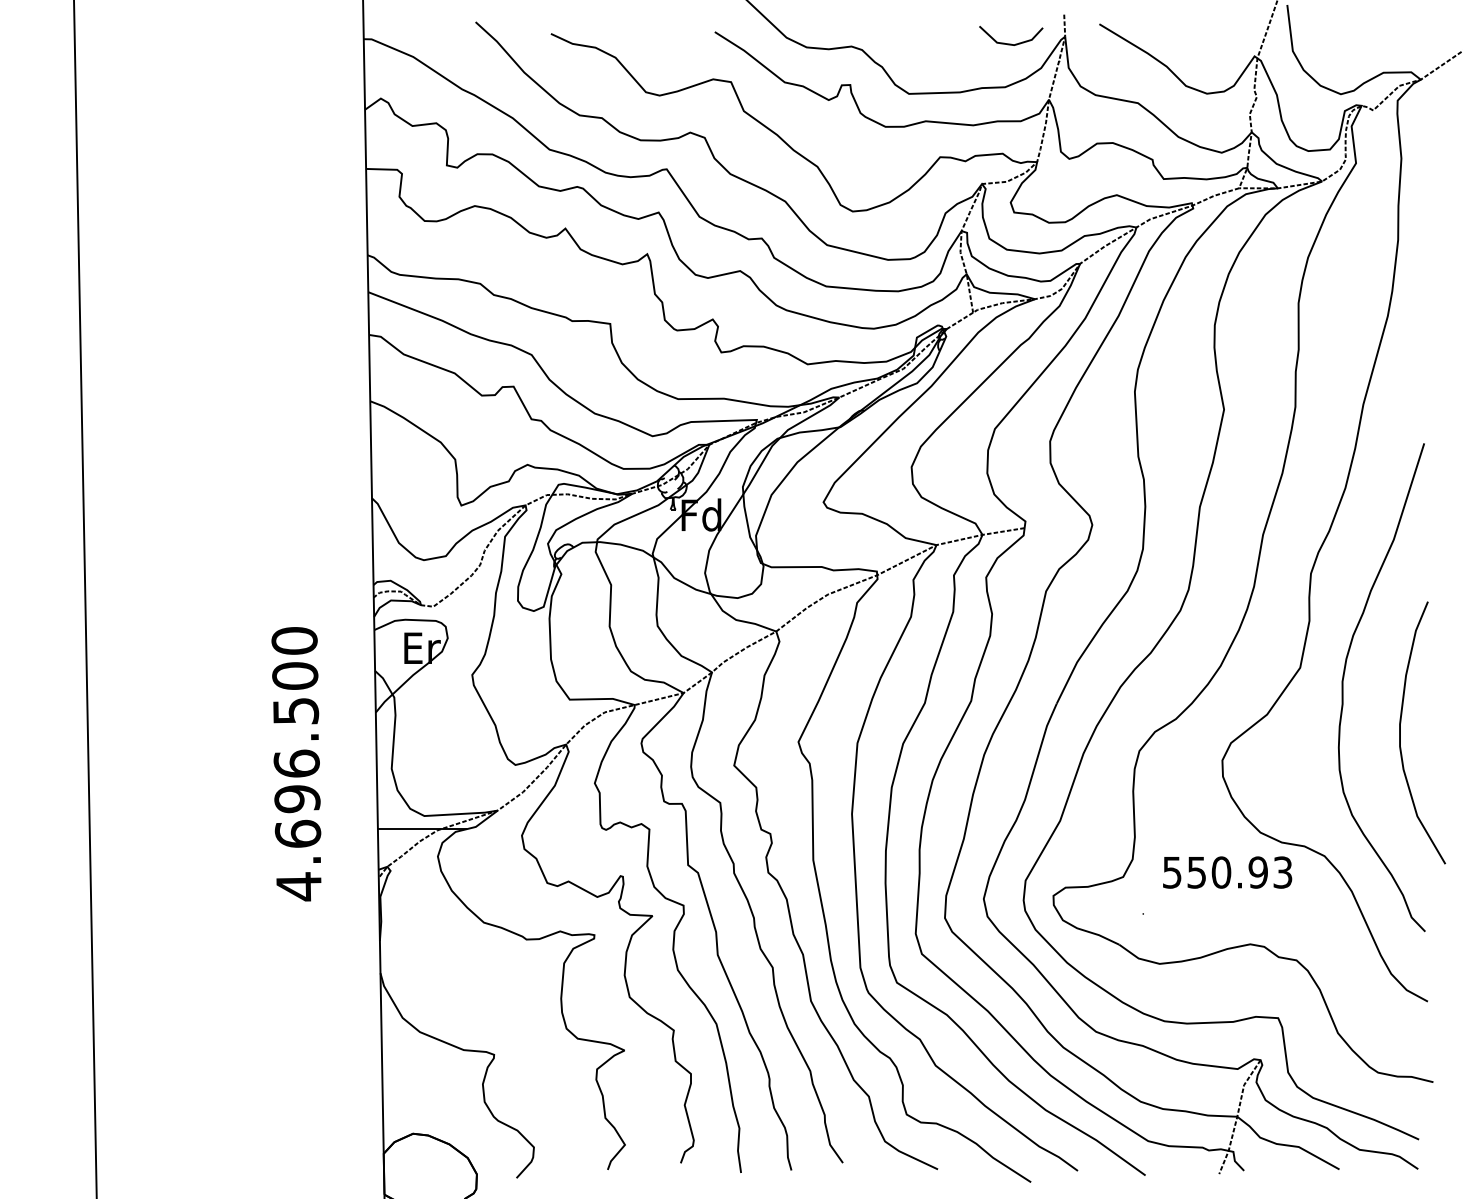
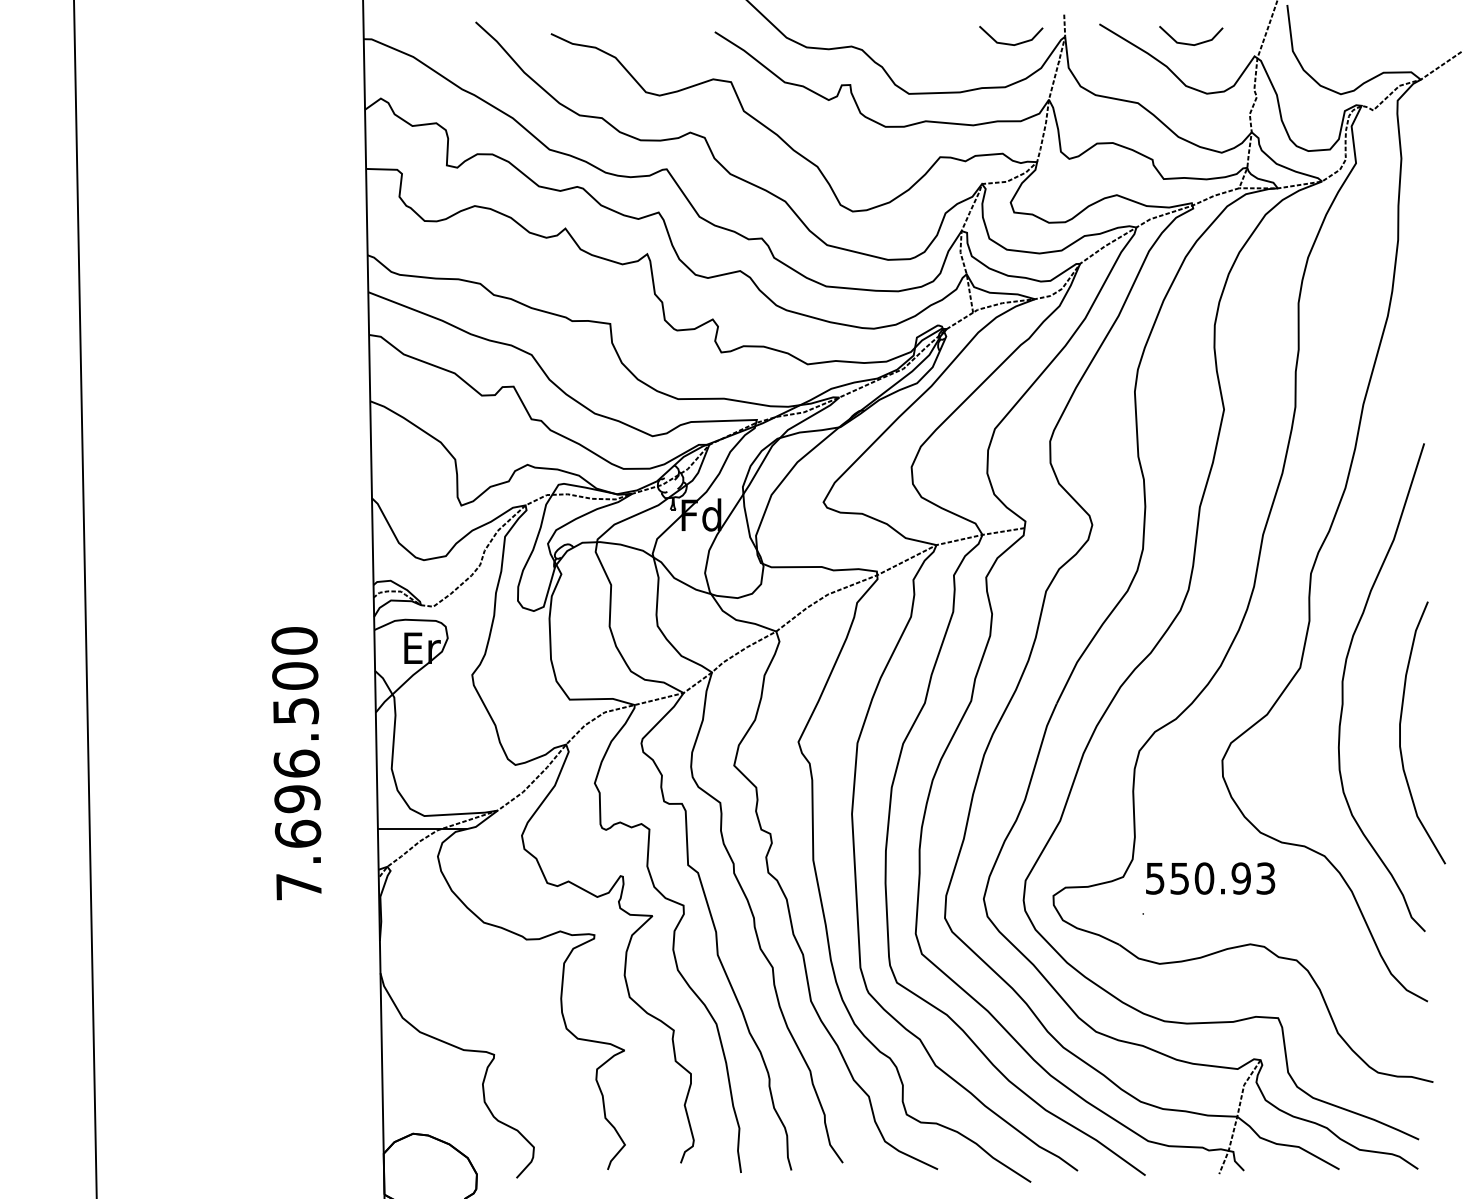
line at (1191, 43): none -> present
text at (1227, 872) position: (1227, 872) -> (1210, 878)
text at (298, 886): 4.696.500 -> 7.696.500
